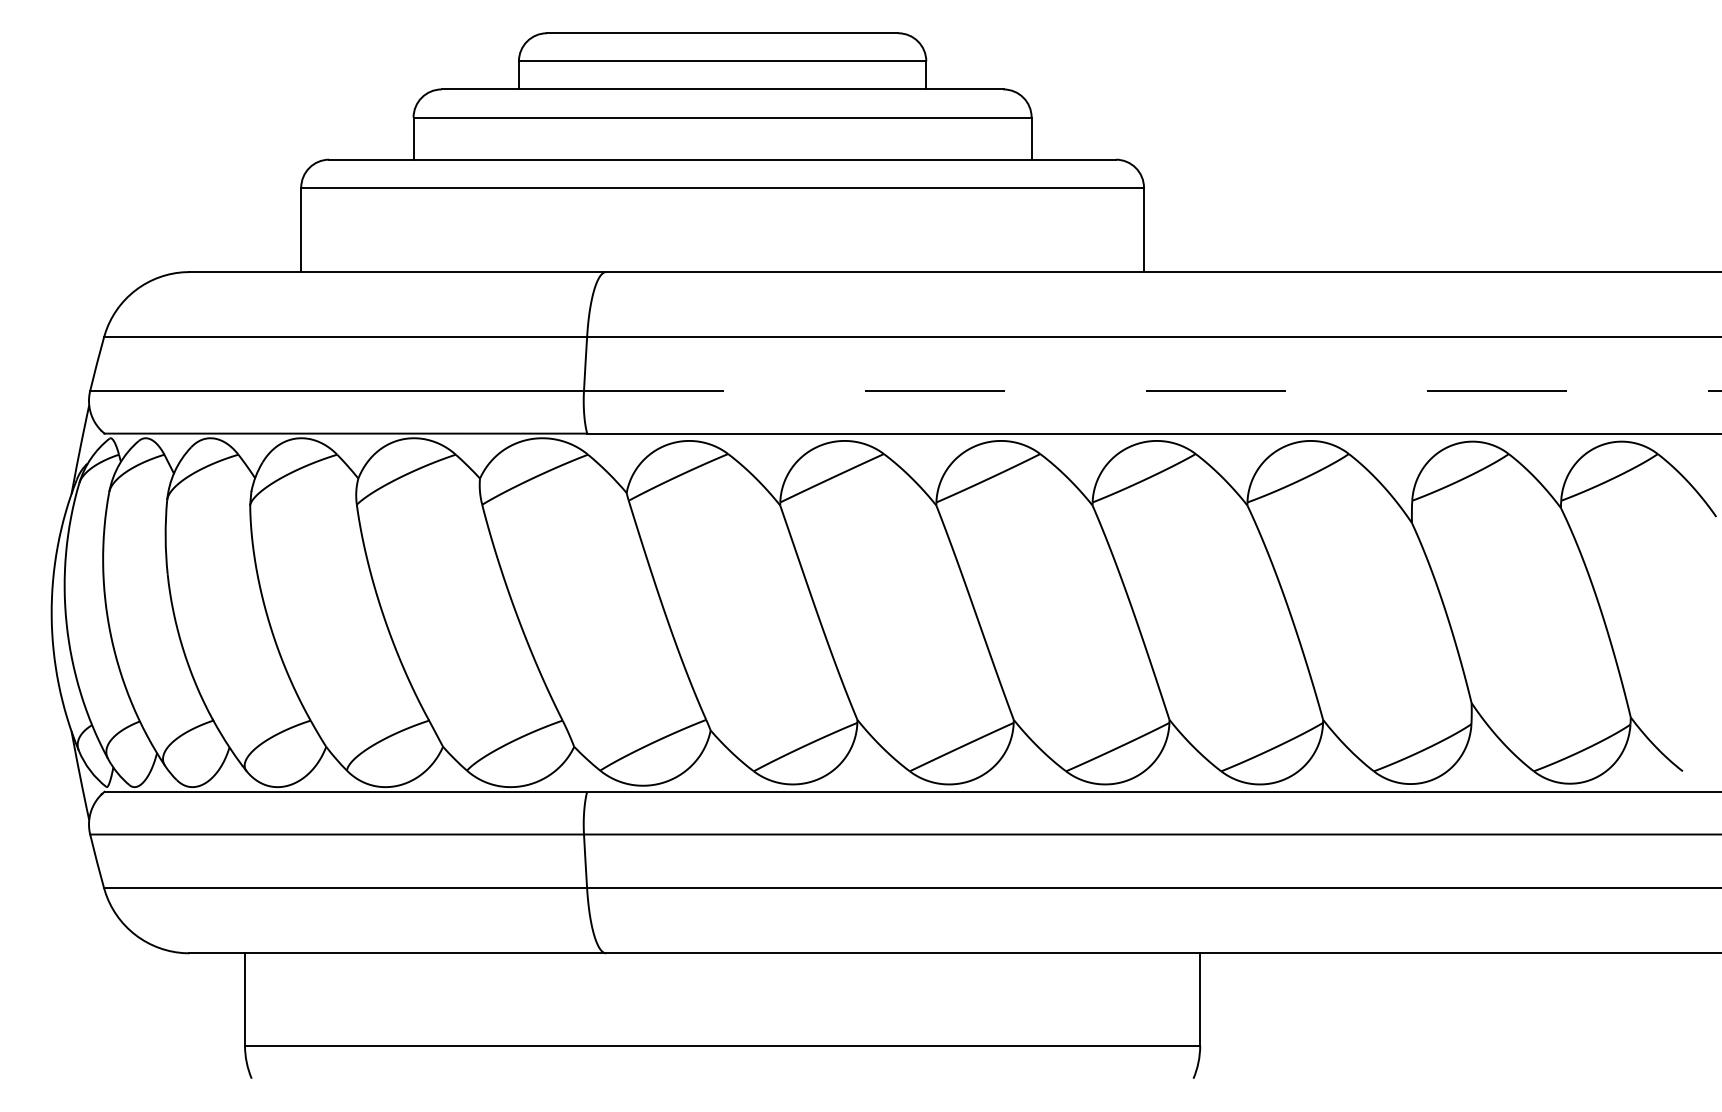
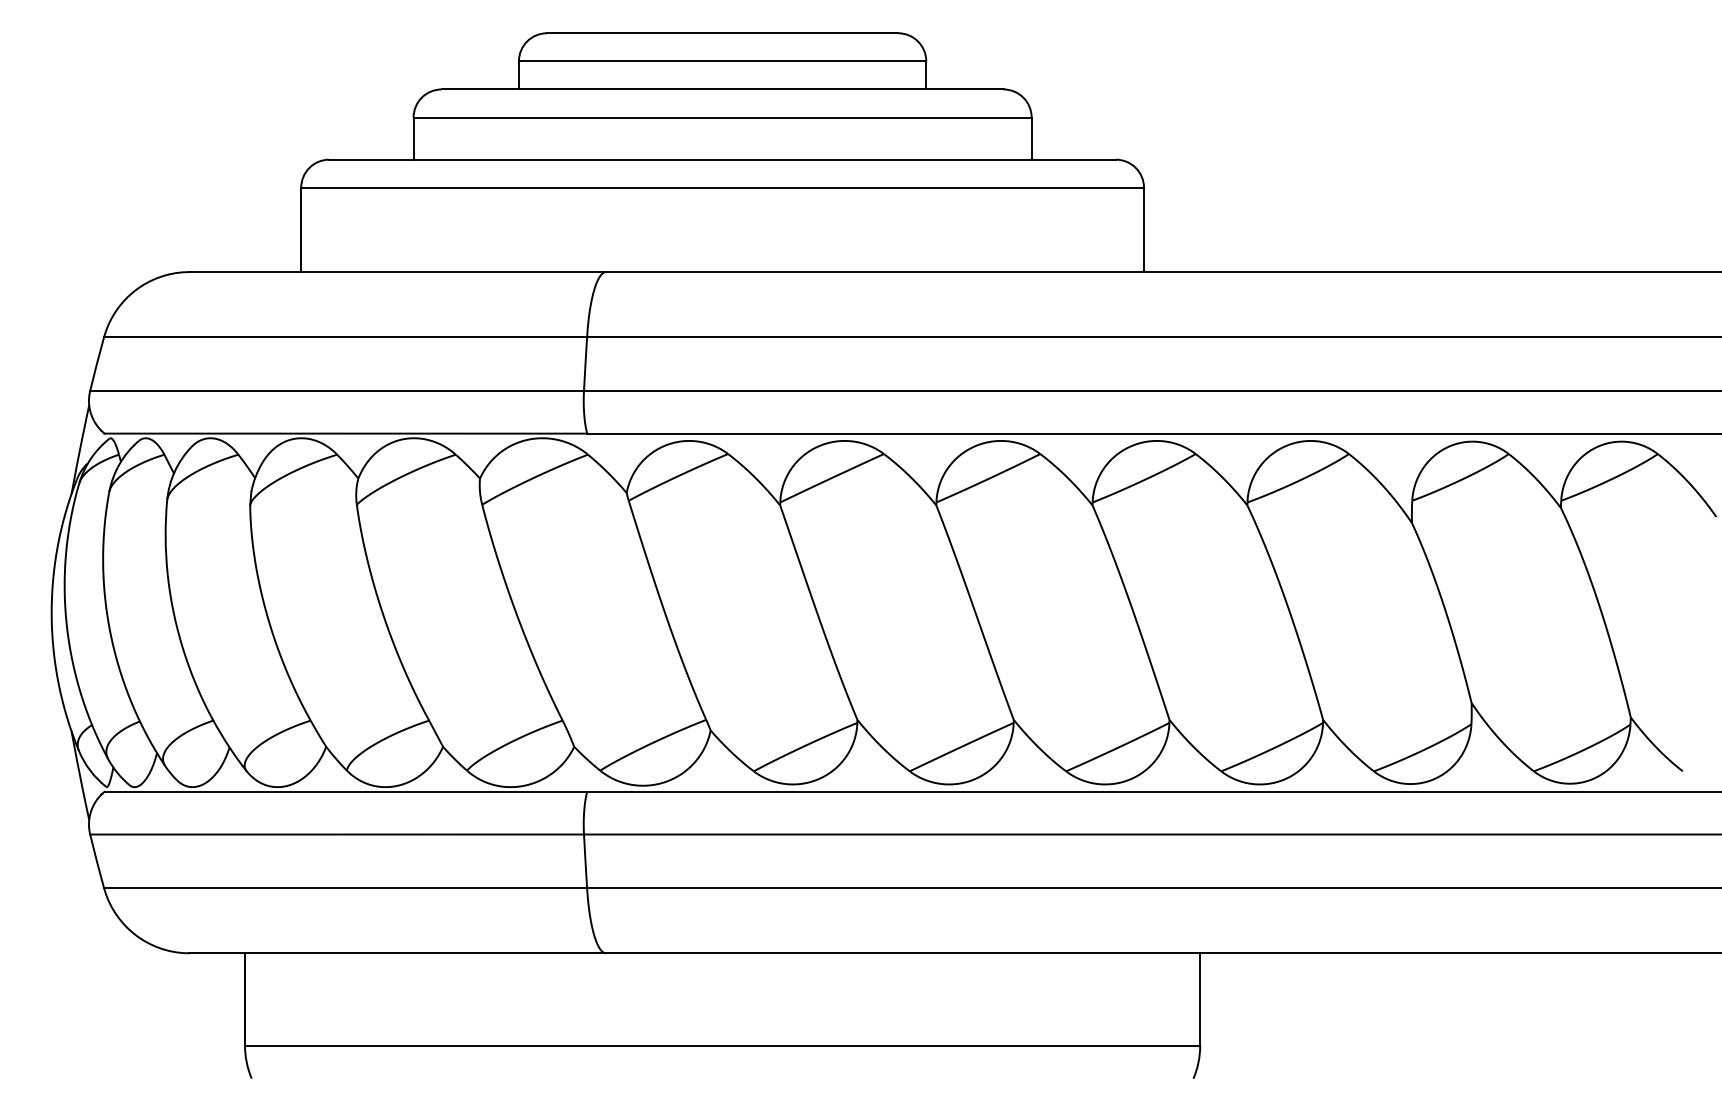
line at (1152, 390): dashed -> solid
